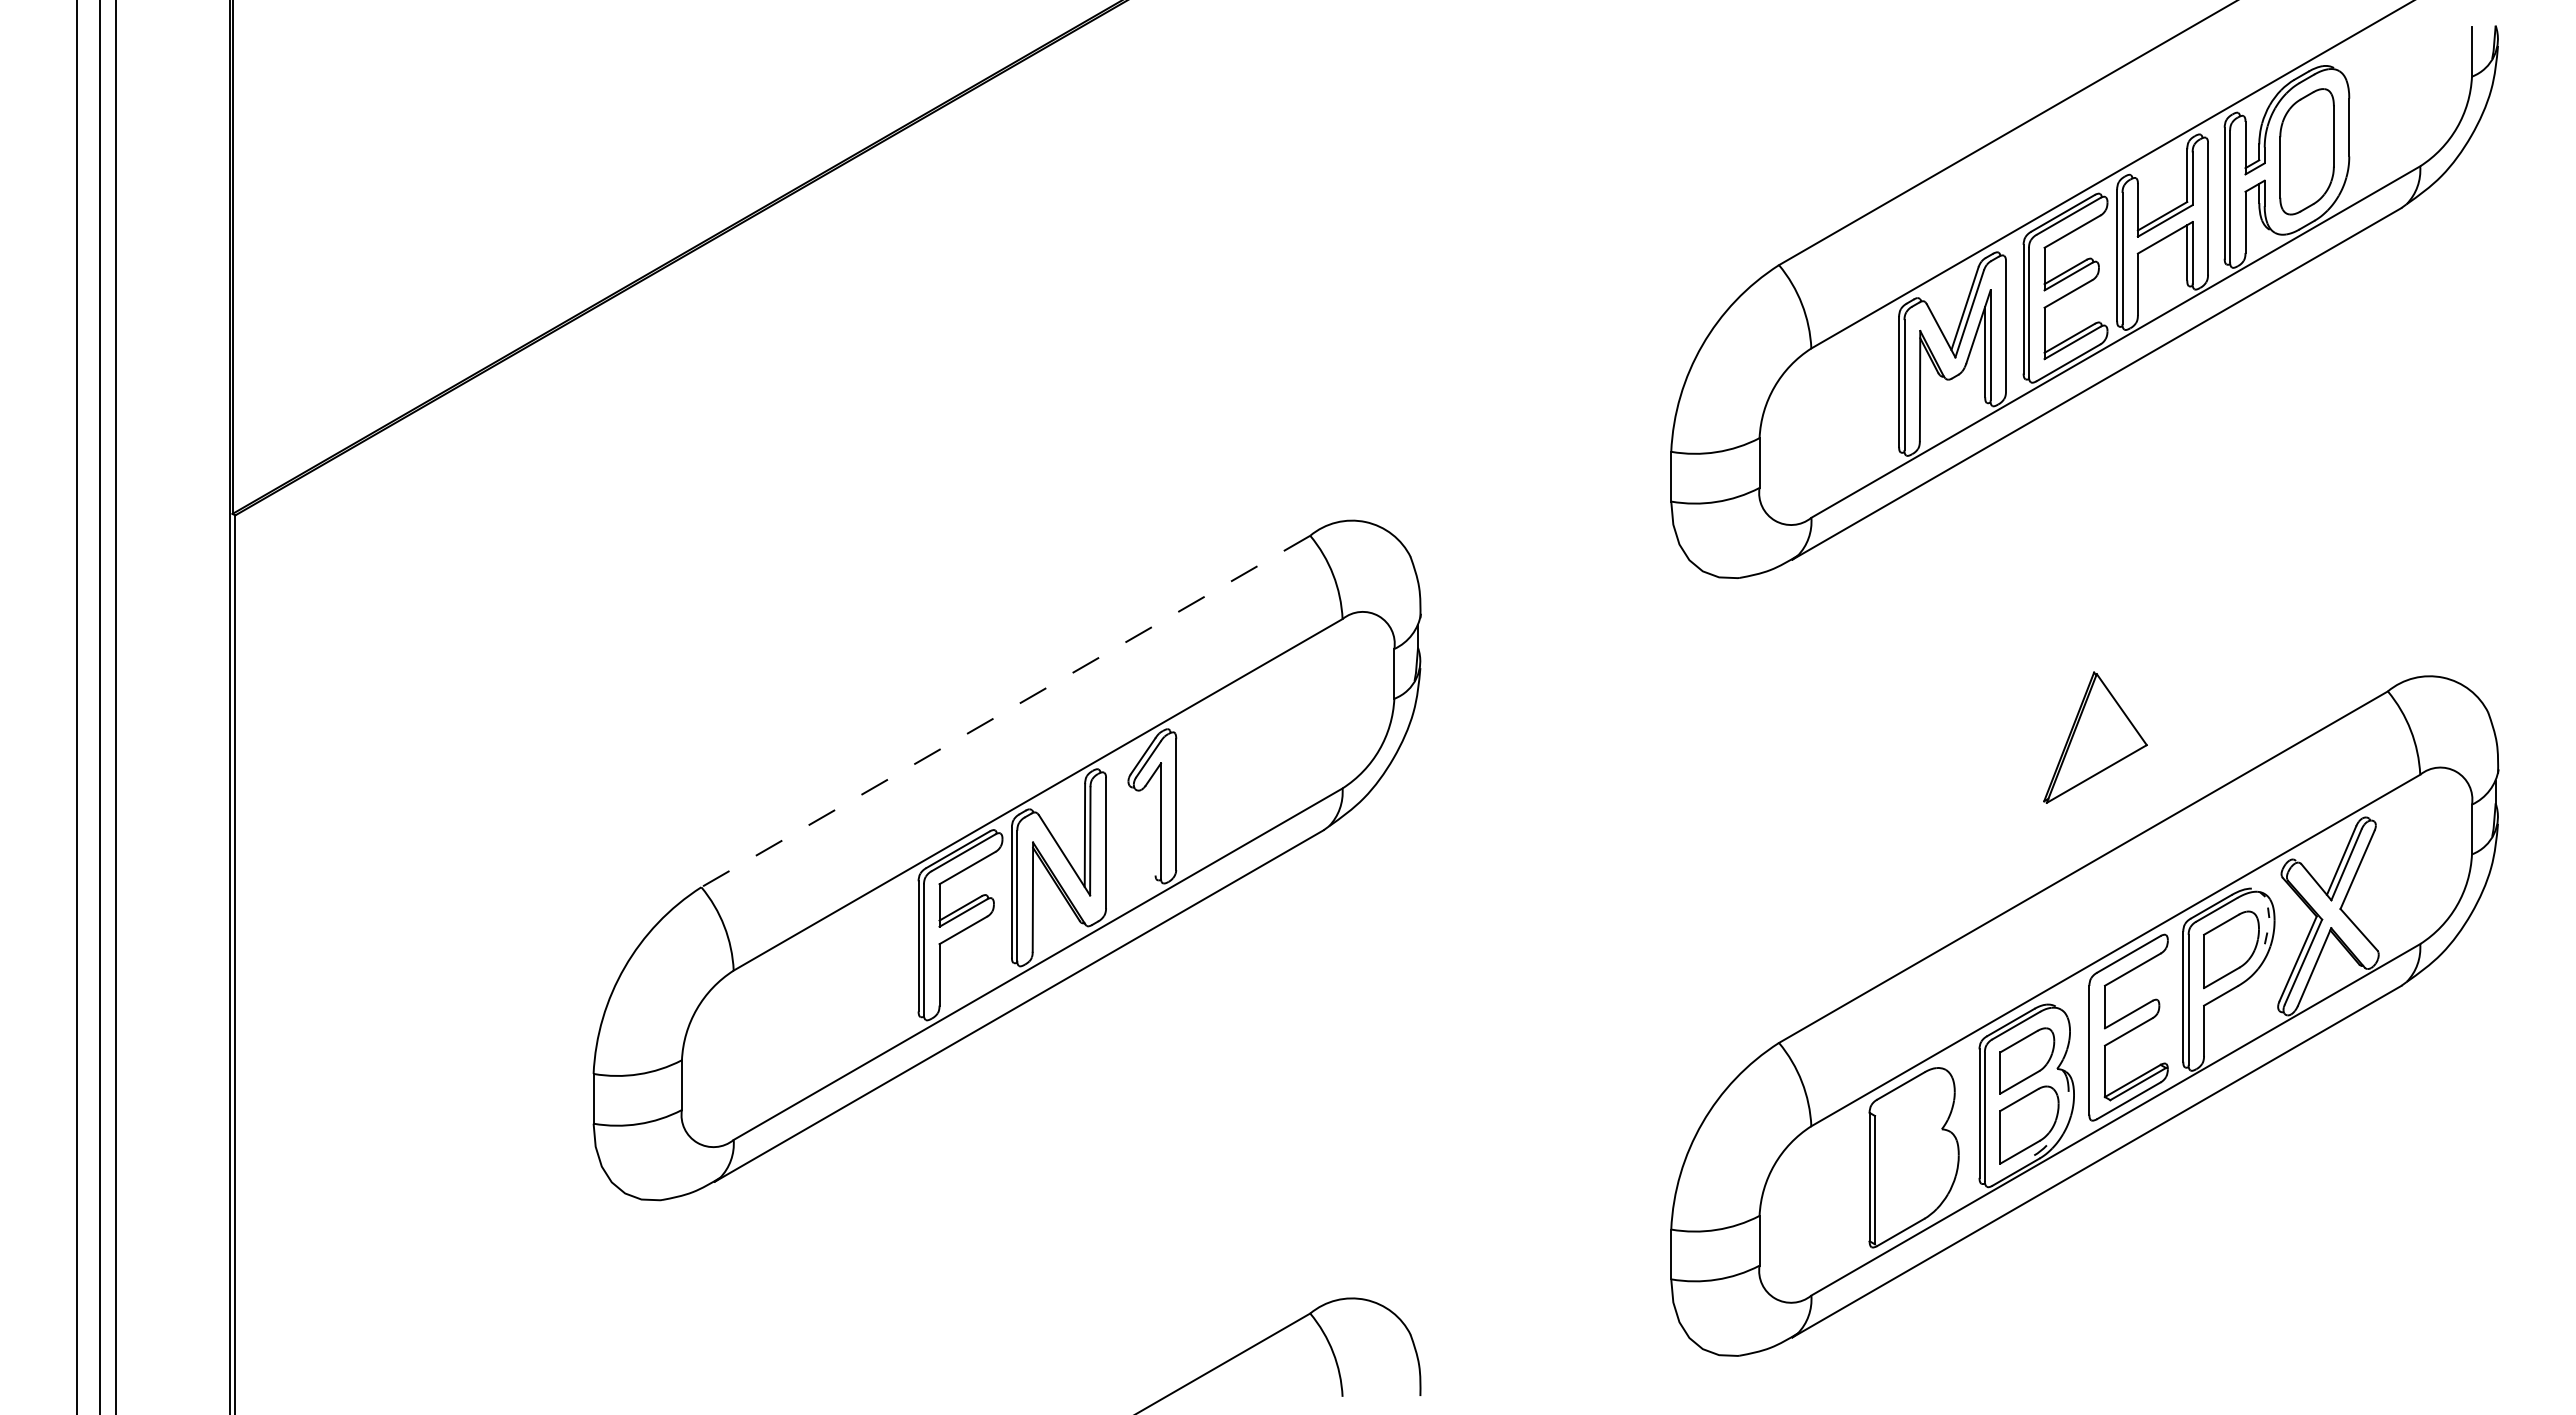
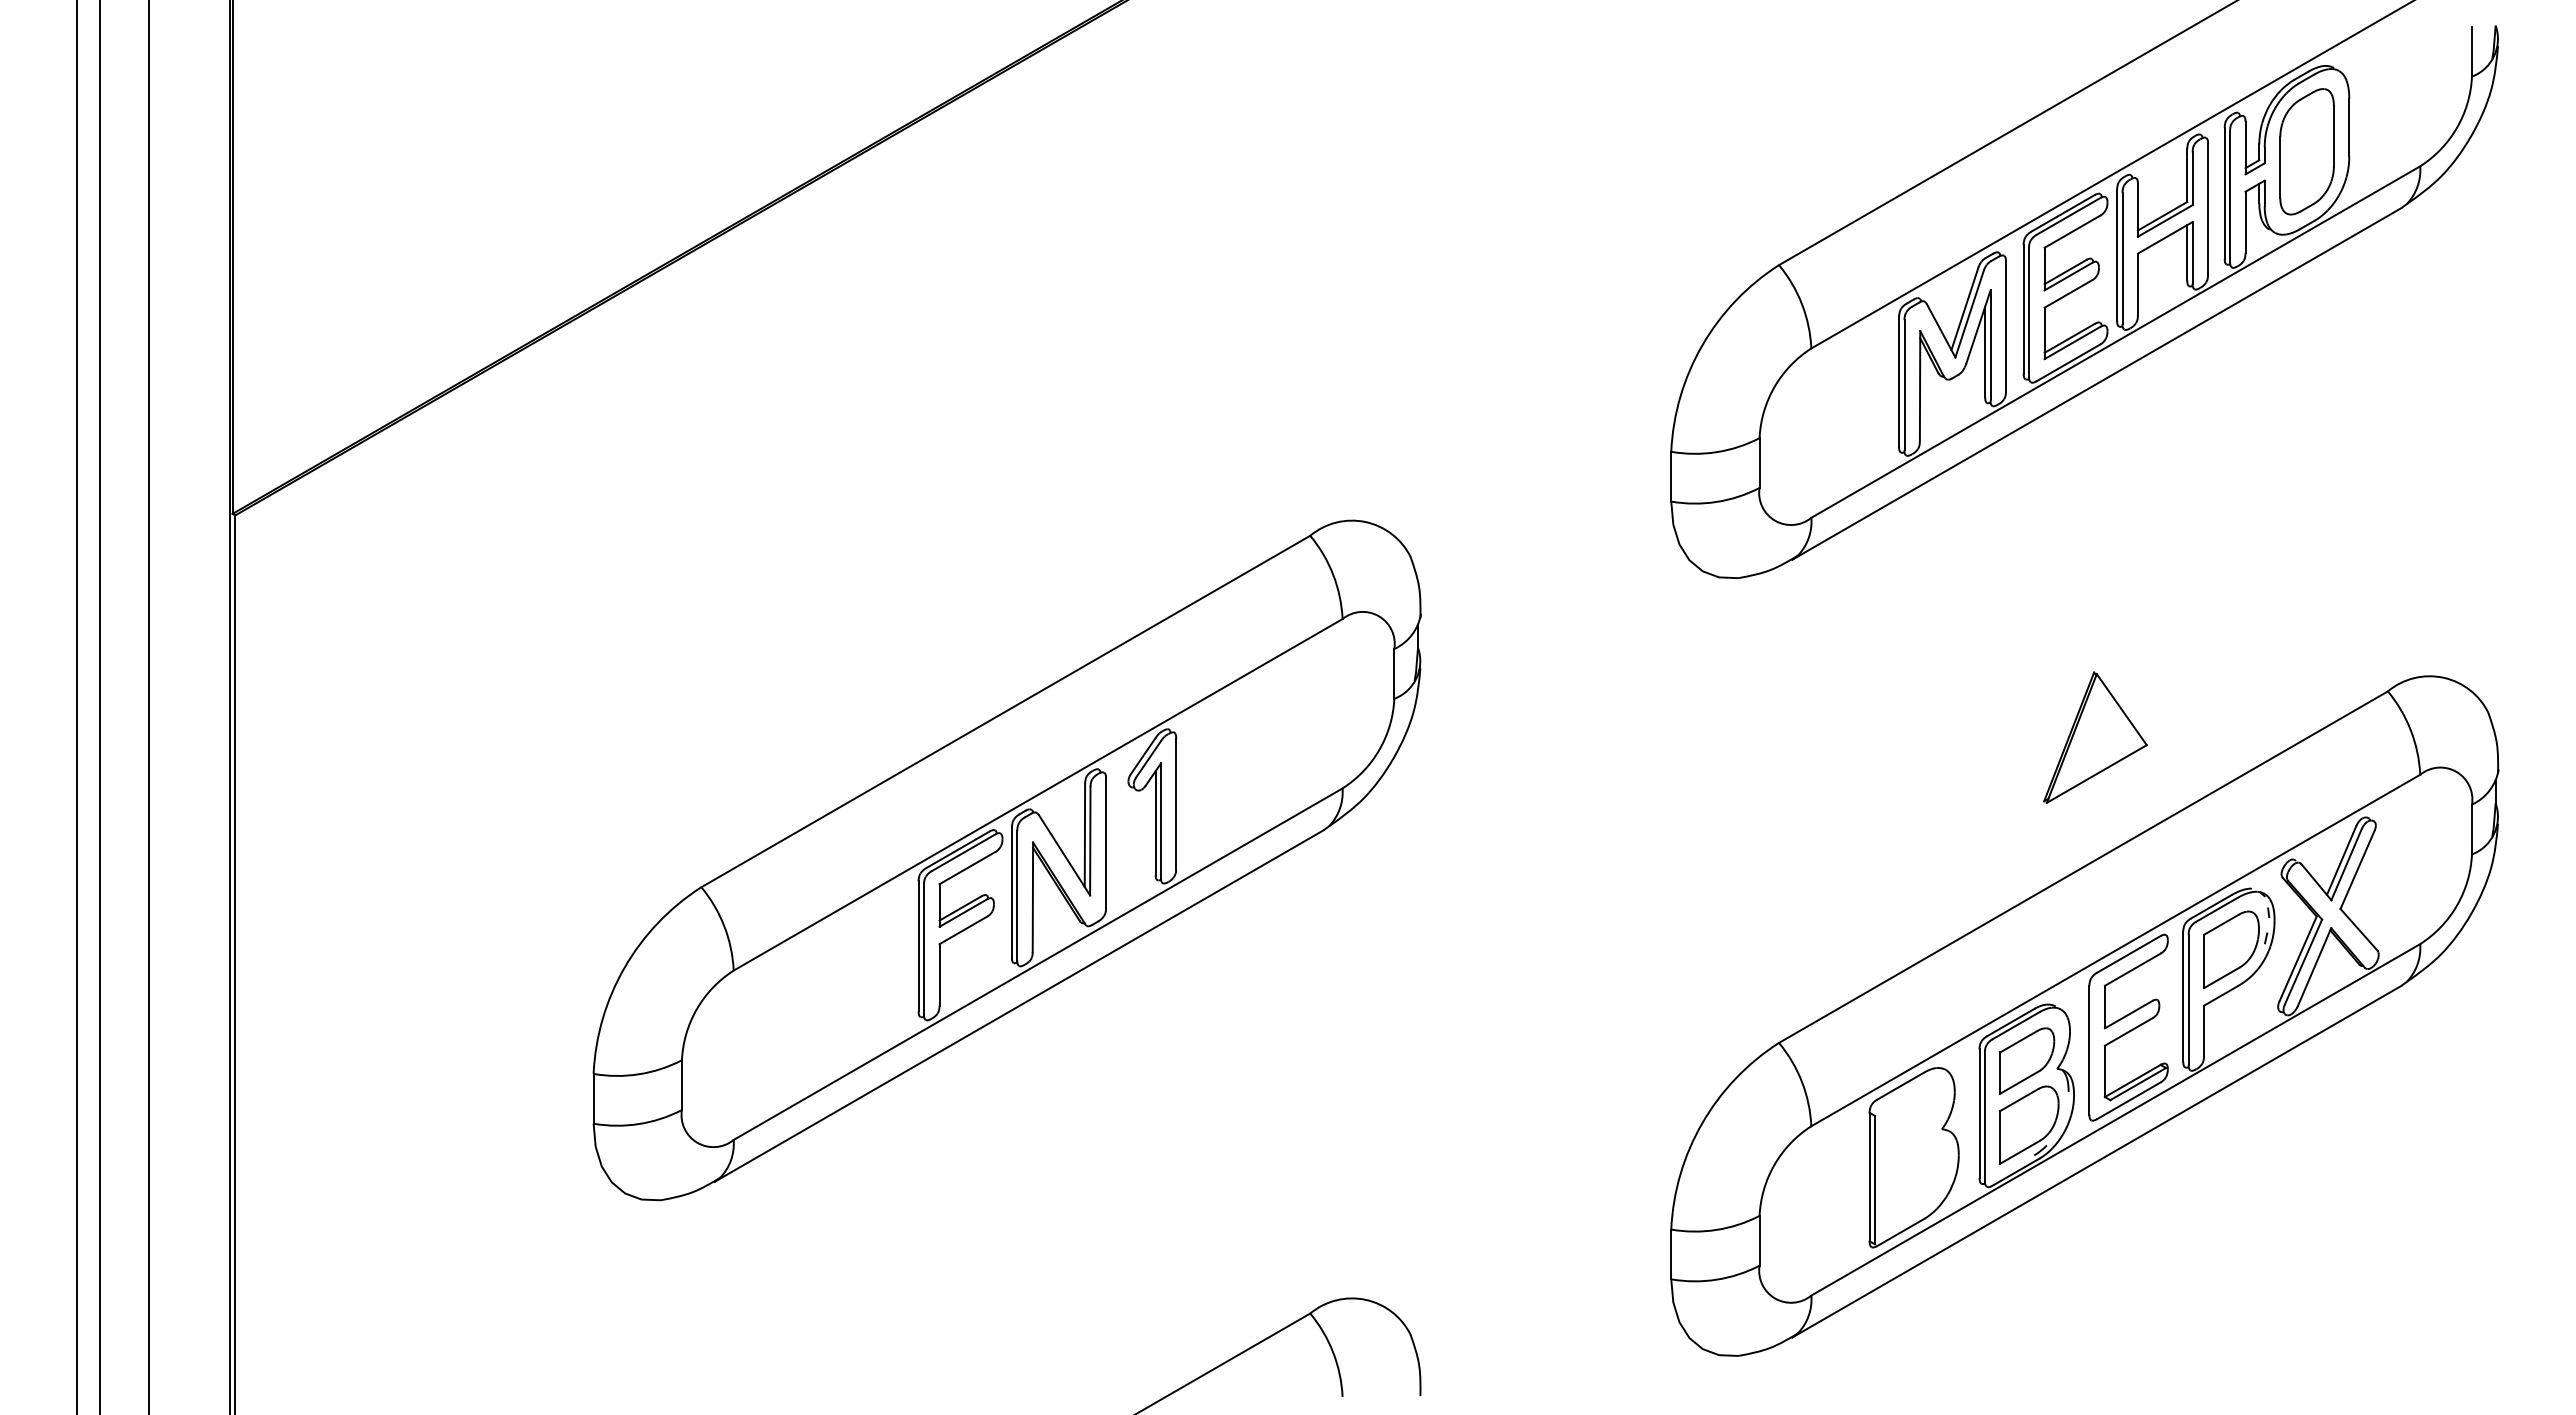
line at (116, 706) position: (116, 706) -> (149, 706)
line at (1005, 711): dashed -> solid
line at (1155, 823): none -> present
